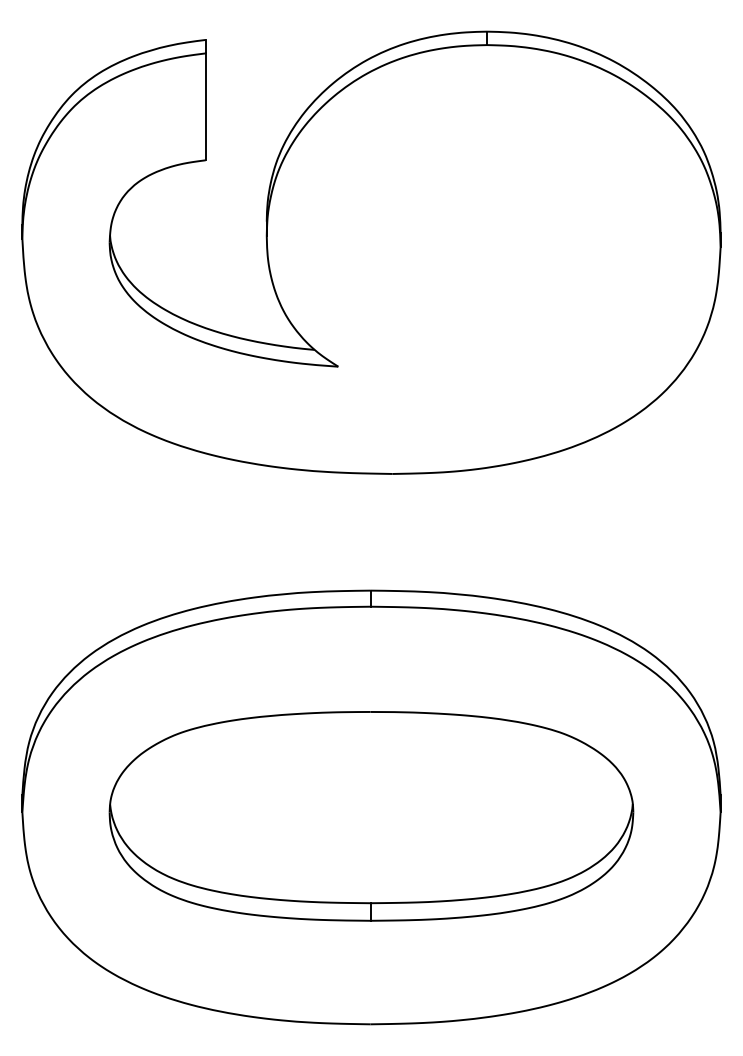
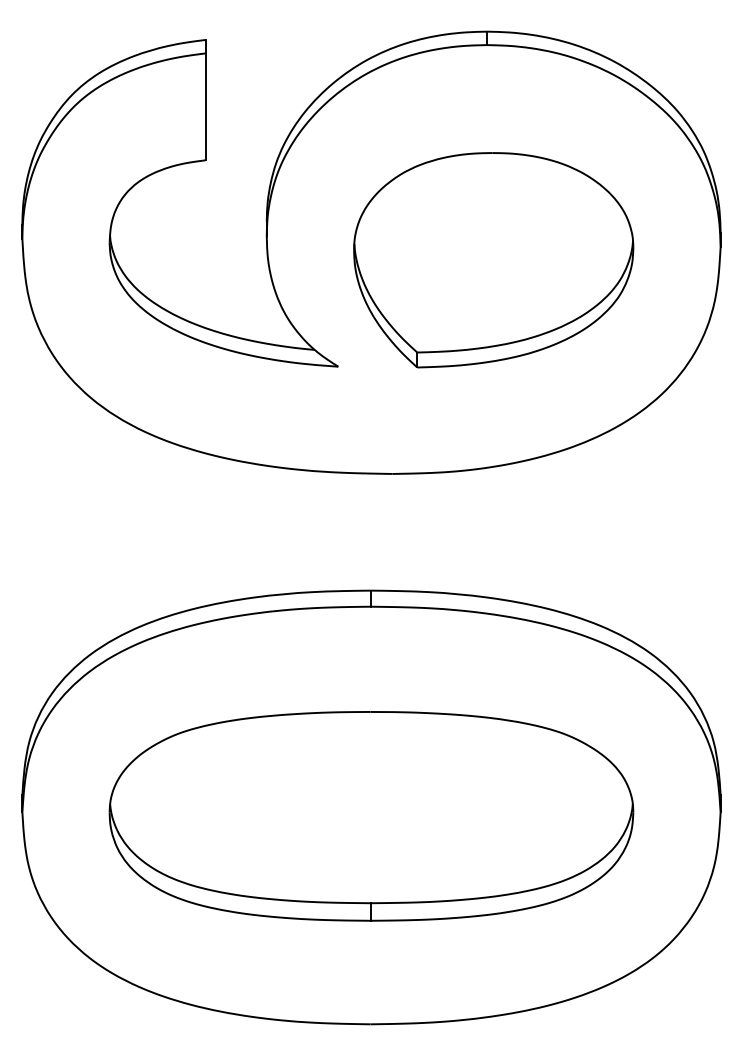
part at (493, 260): none -> present
